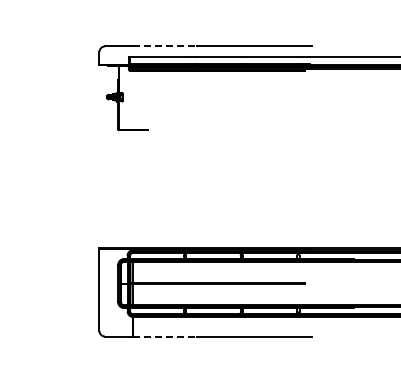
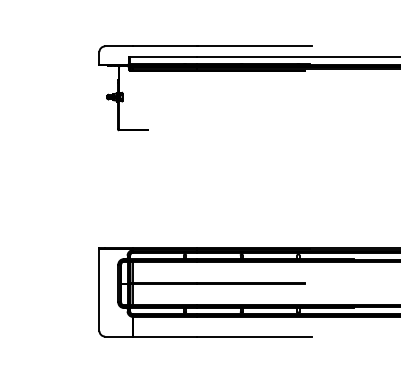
line at (165, 46): dashed -> solid
line at (165, 336): dashed -> solid
